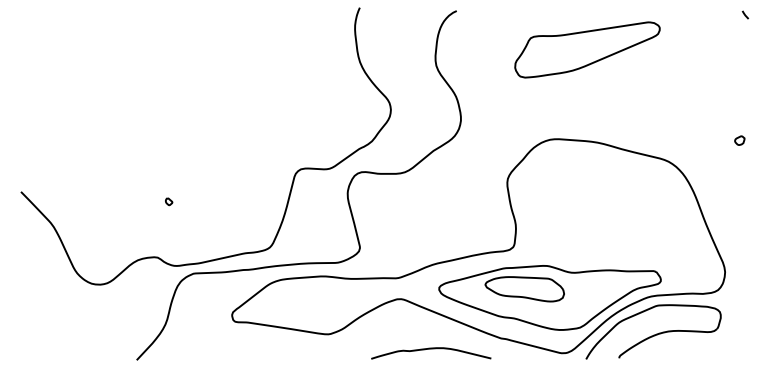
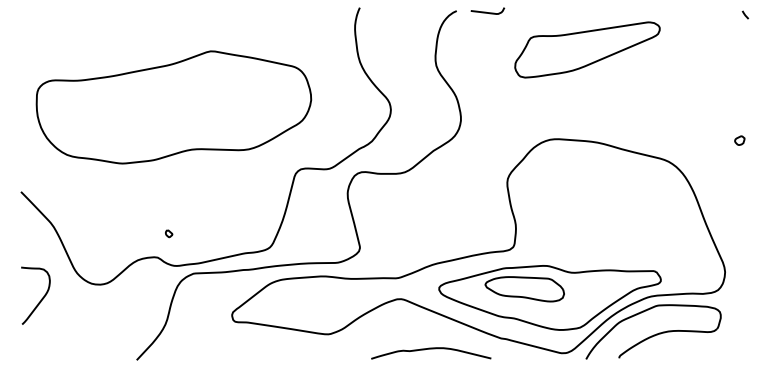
curve at (486, 11): none -> present
part at (173, 107): none -> present
part at (169, 201) position: (169, 201) -> (169, 233)
curve at (41, 298): none -> present
